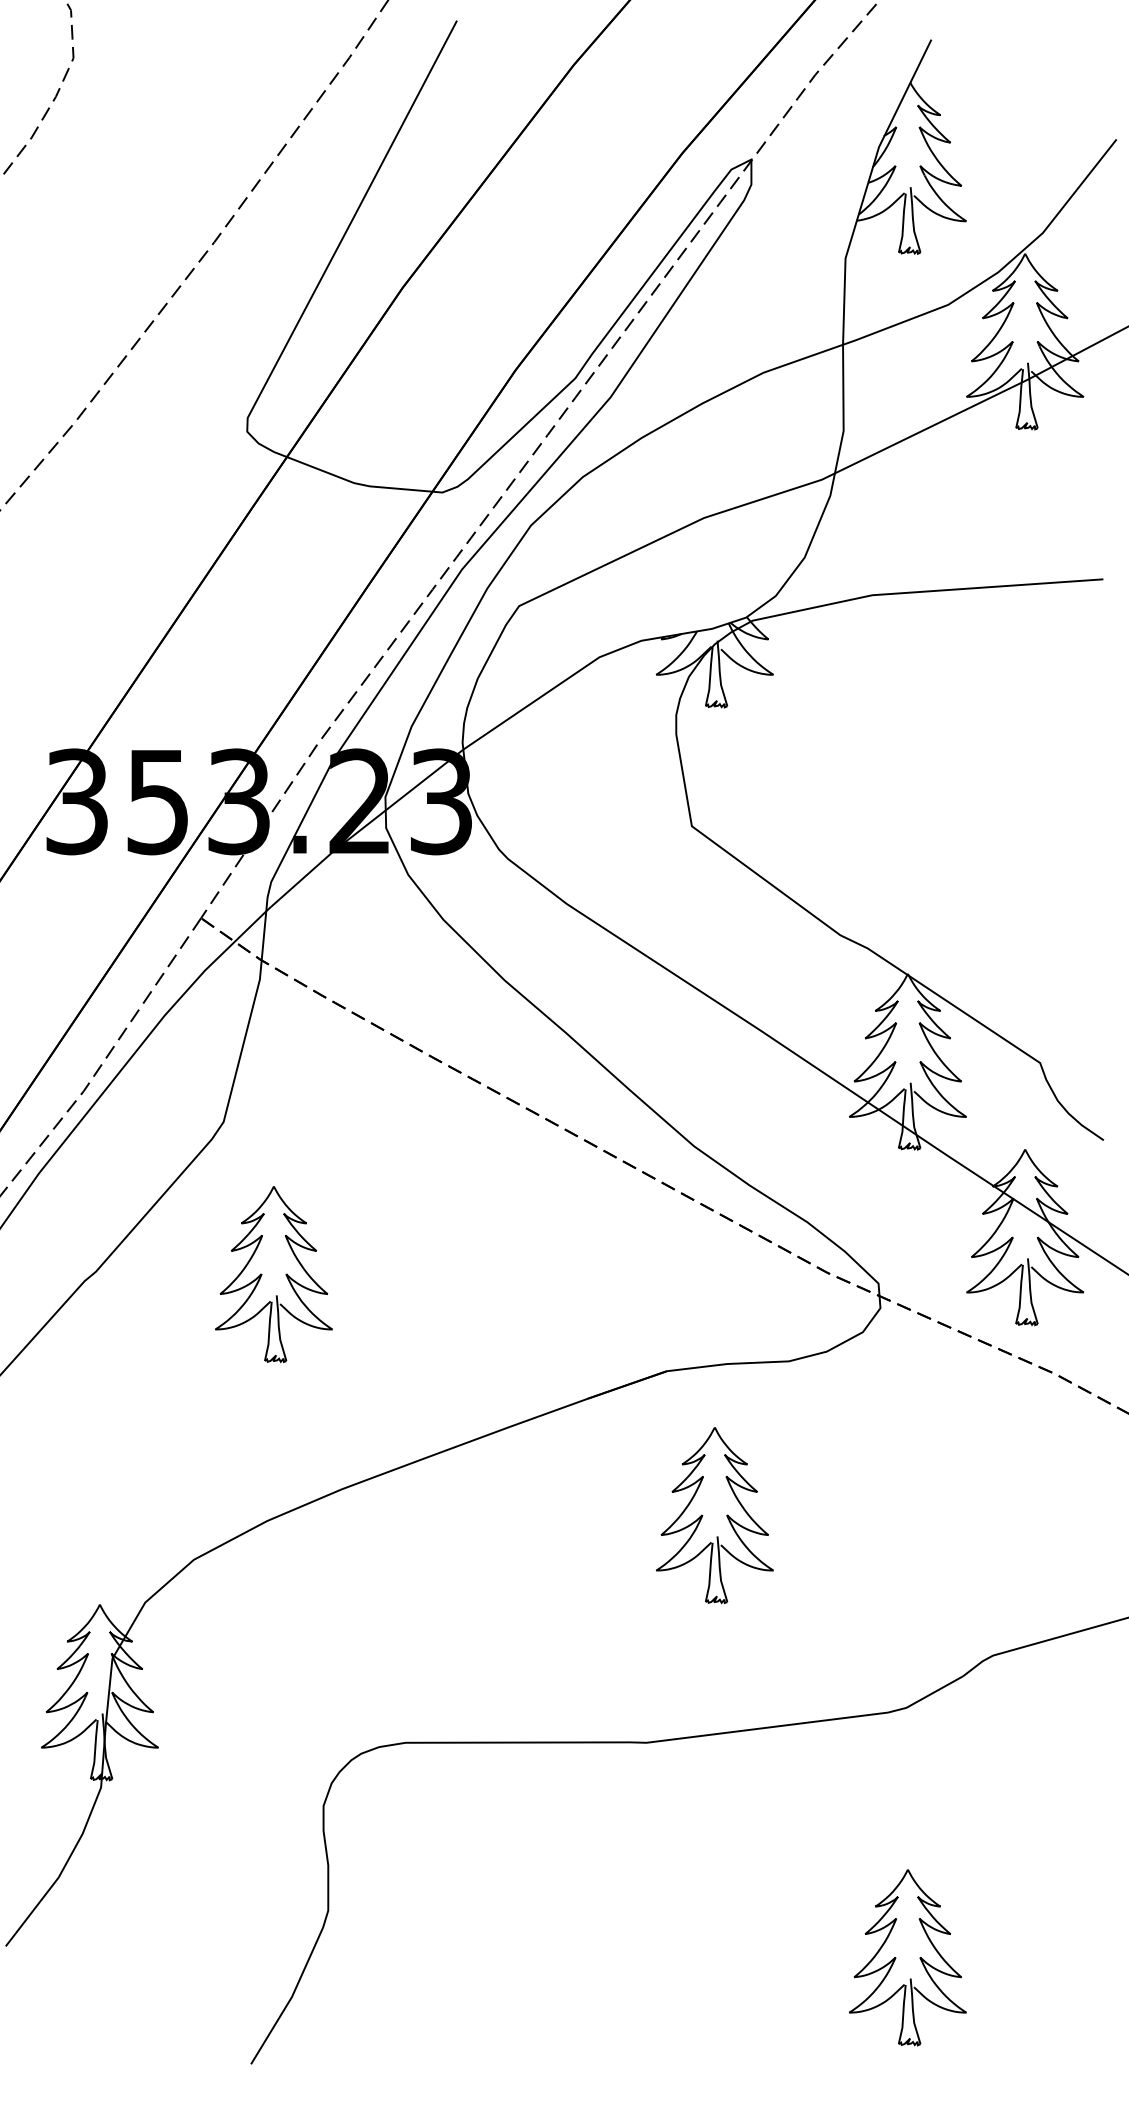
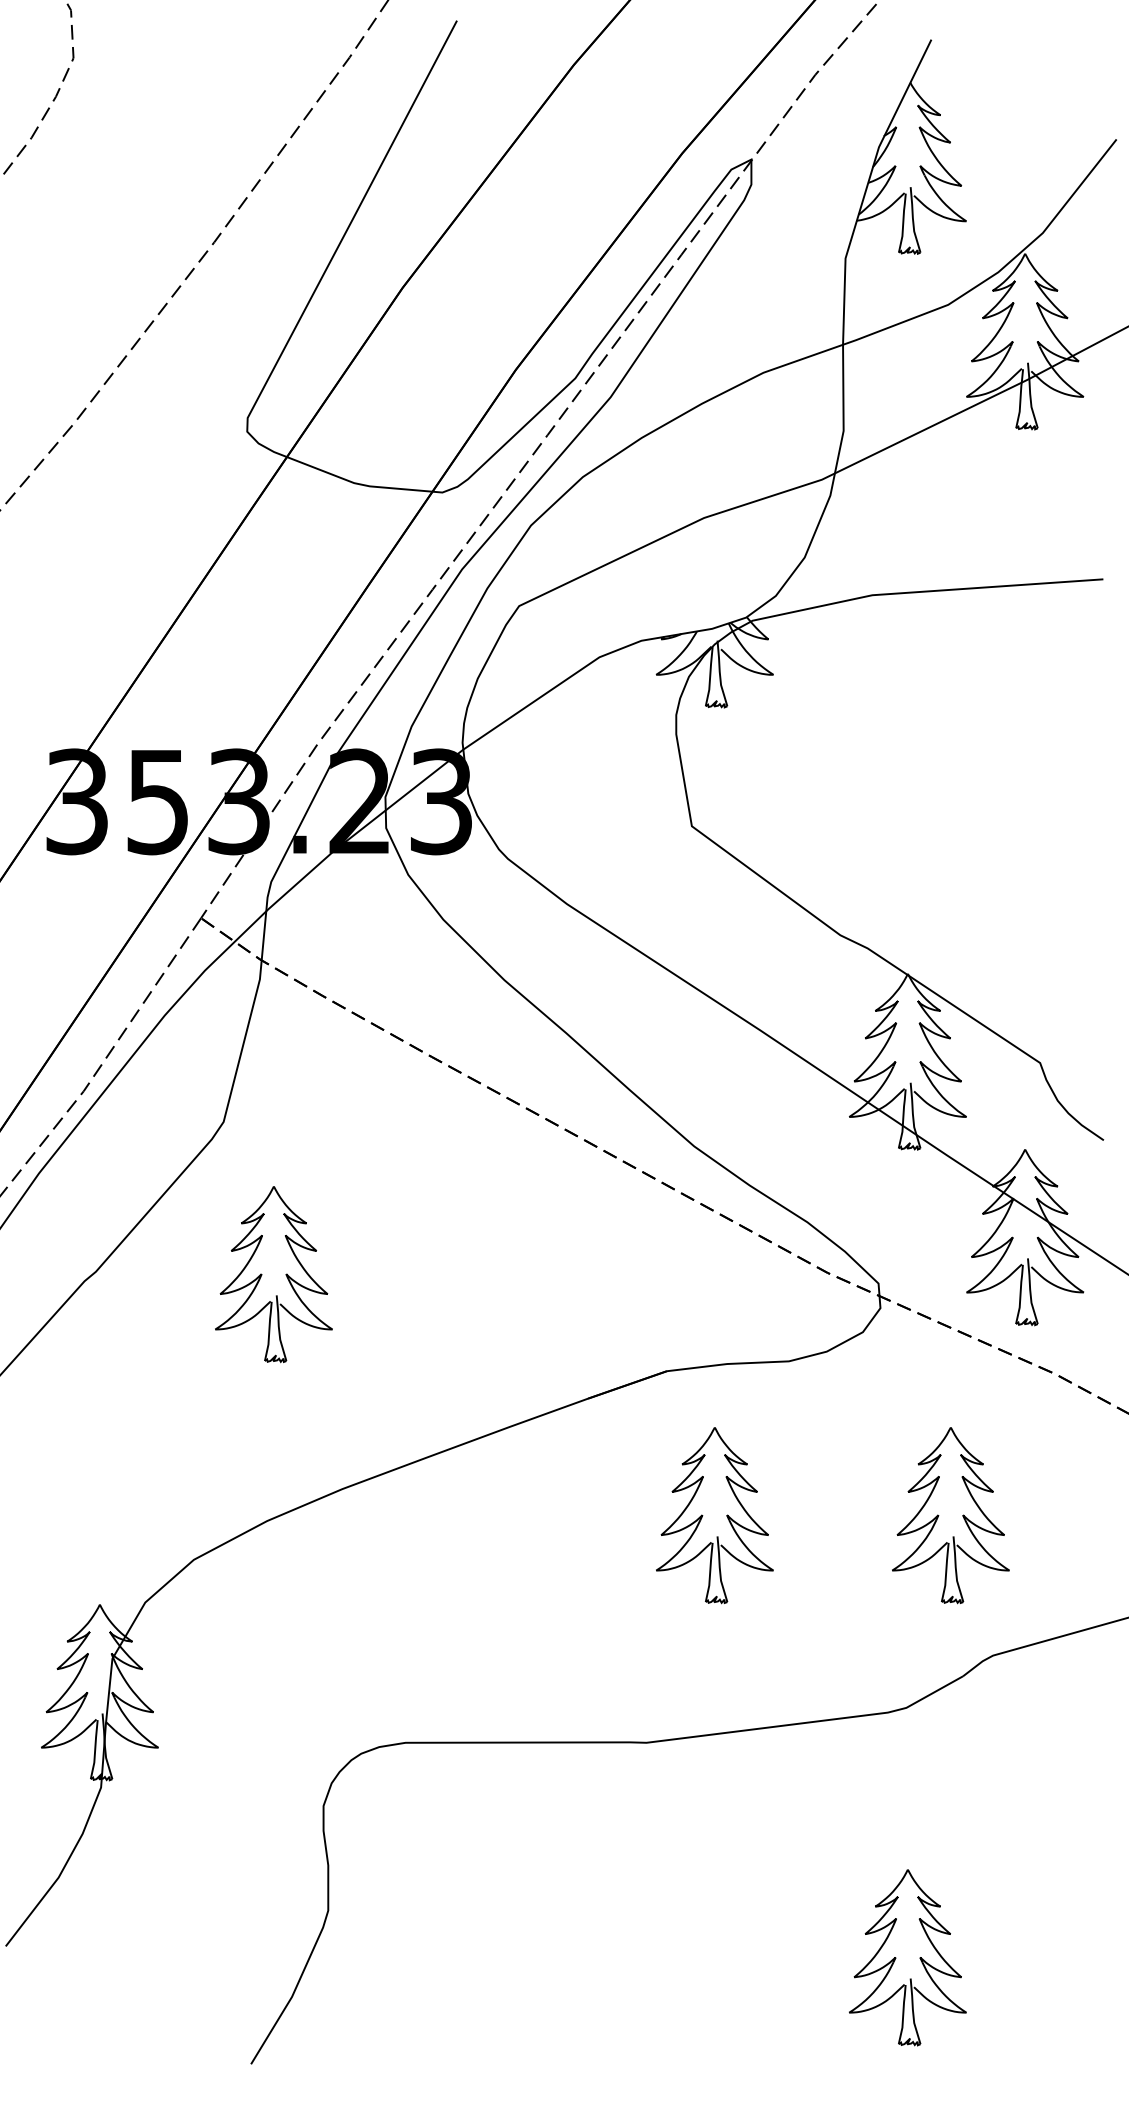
part at (950, 1515): none -> present
